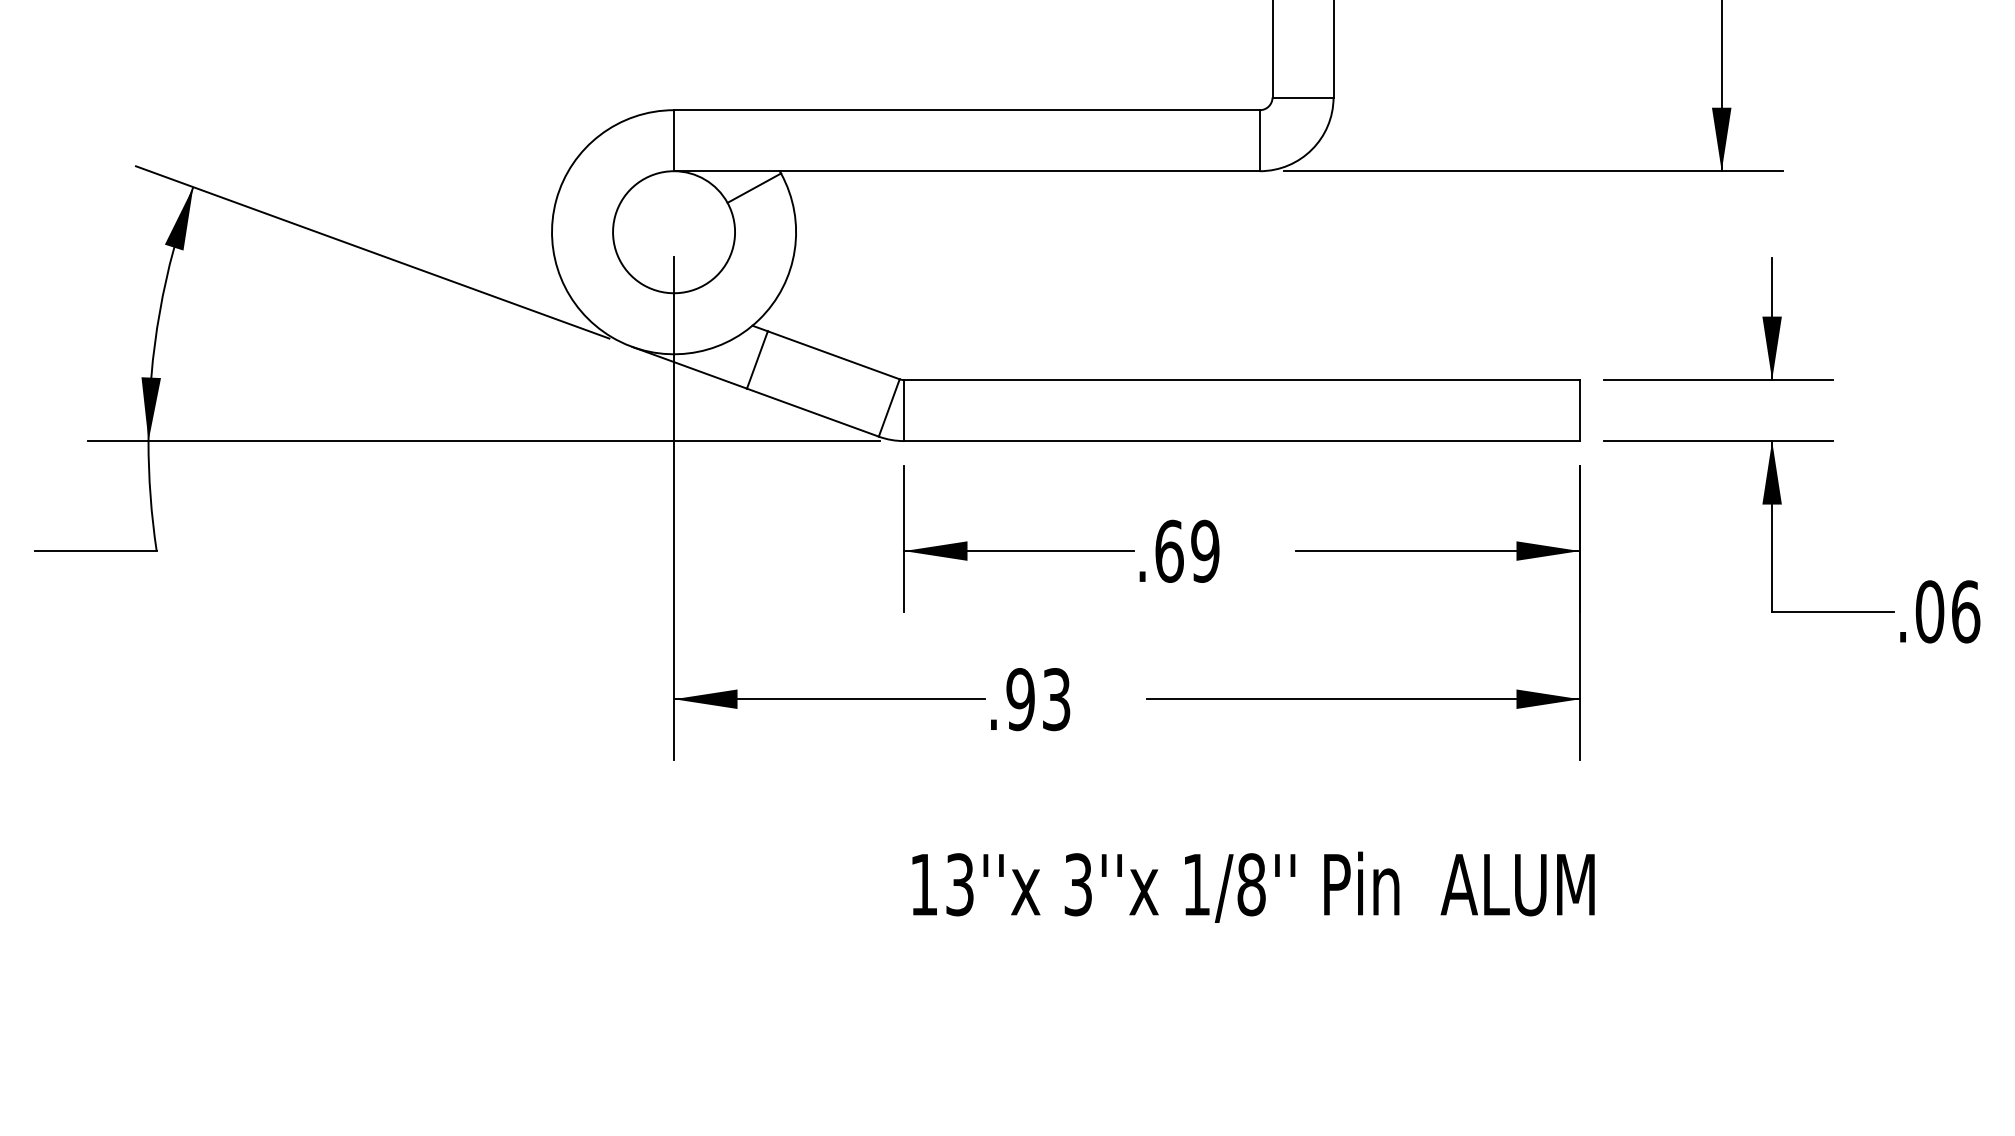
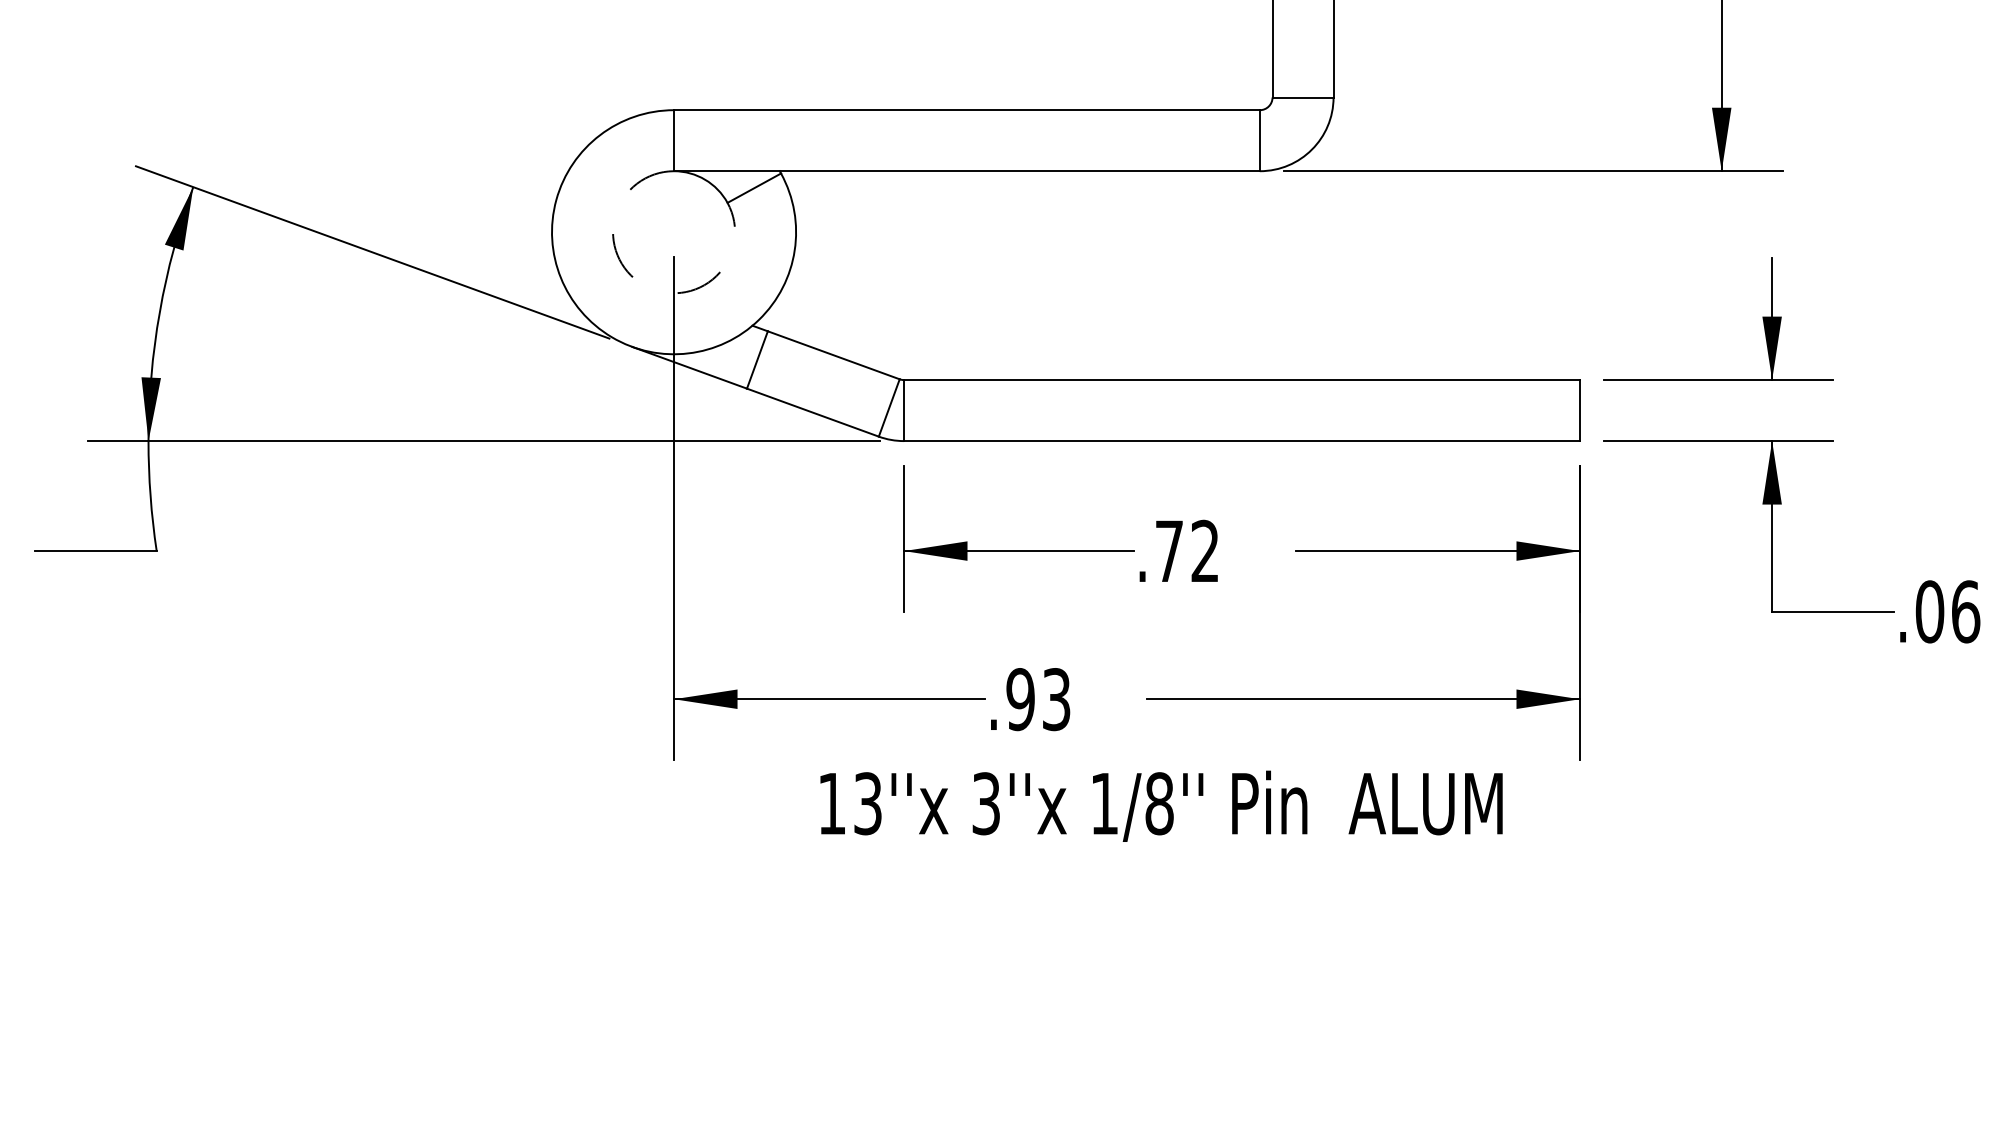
arc at (642, 284): solid -> dashed
text at (1187, 550): .69 -> .72
text at (1253, 886) position: (1253, 886) -> (1161, 805)
